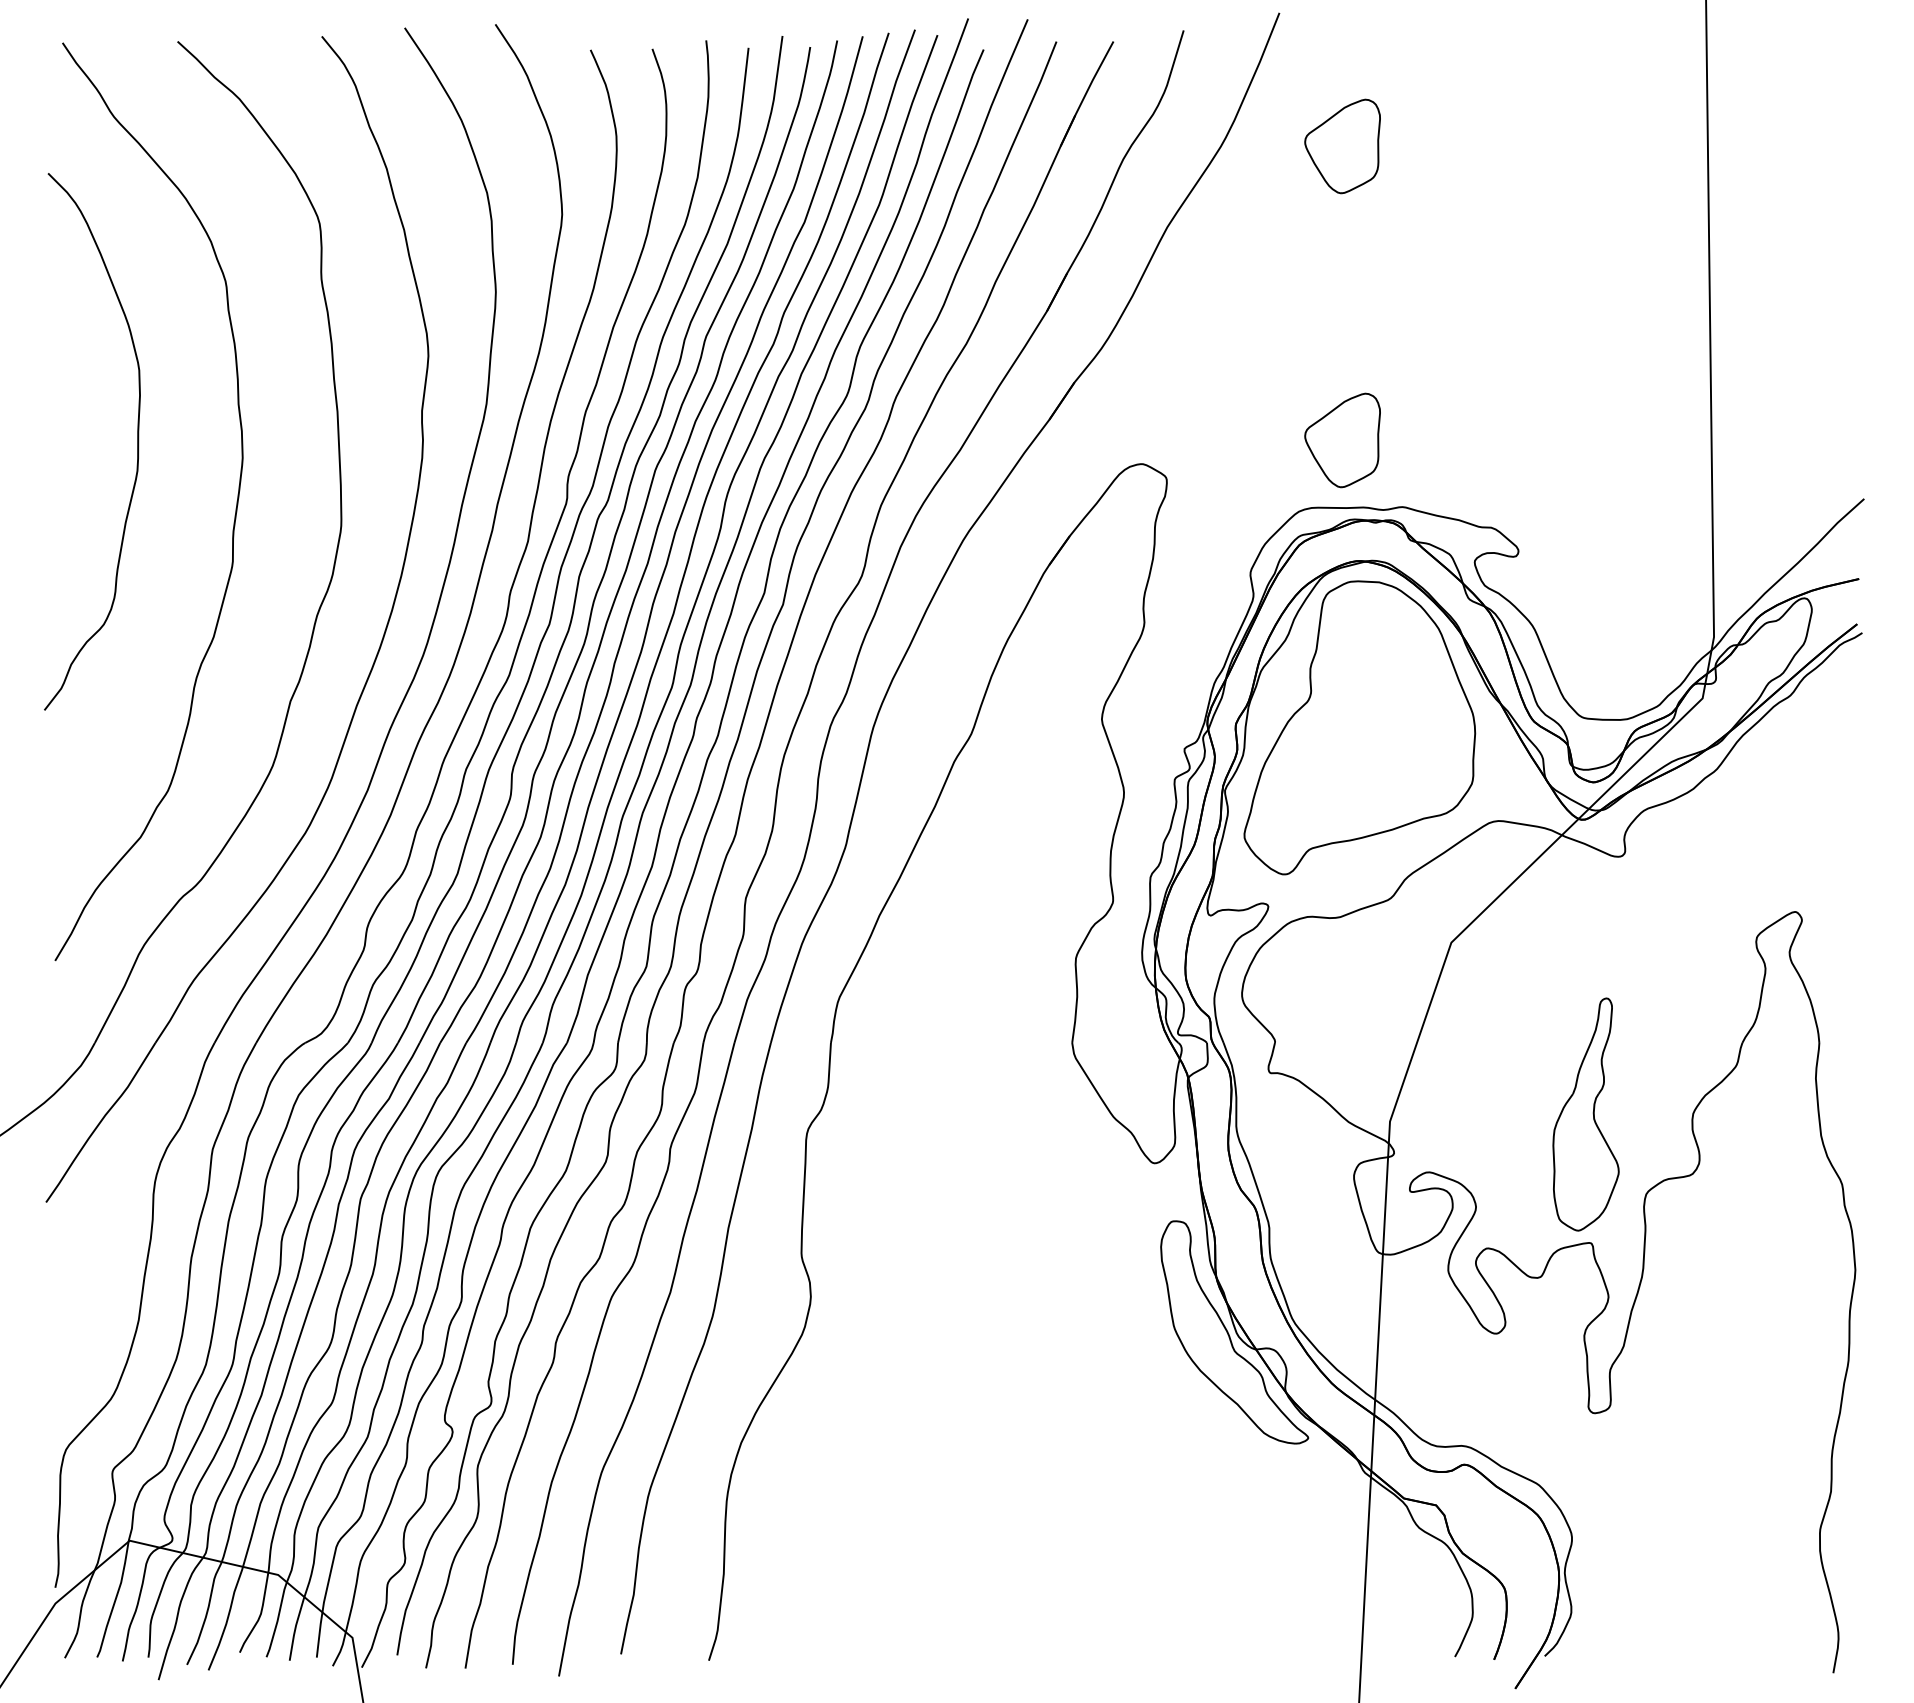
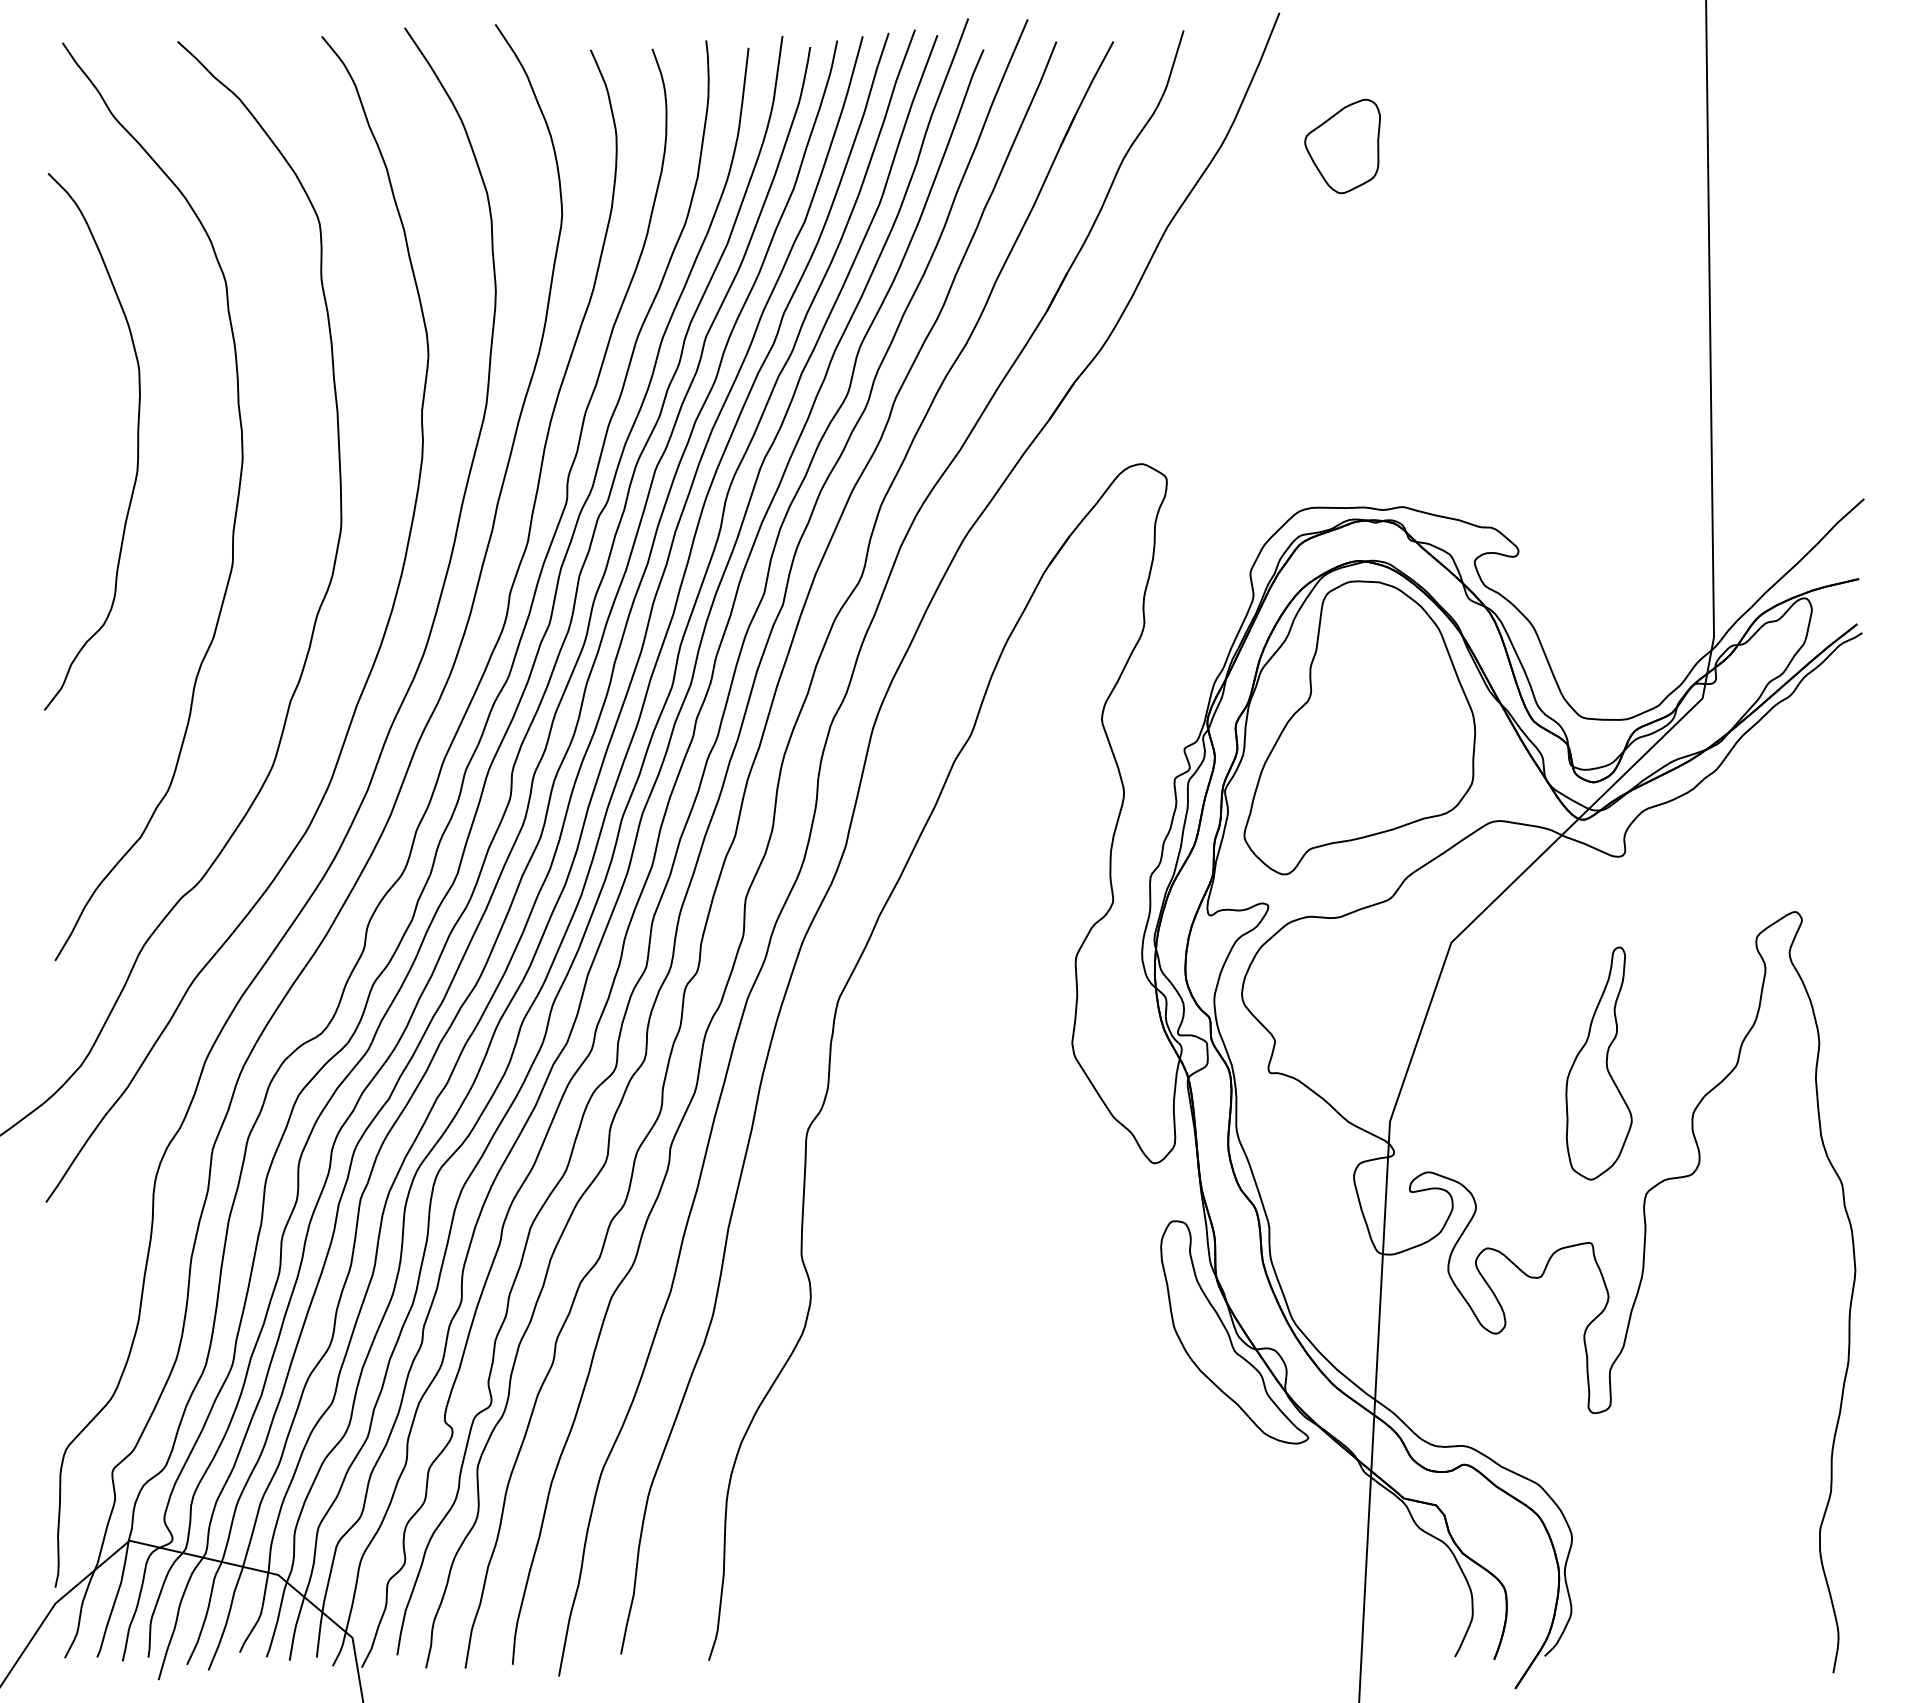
part at (1342, 440): present -> none
part at (1585, 1114) position: (1585, 1114) -> (1598, 1063)
